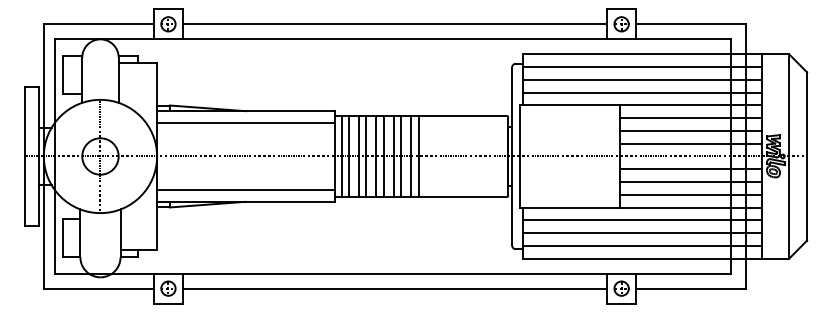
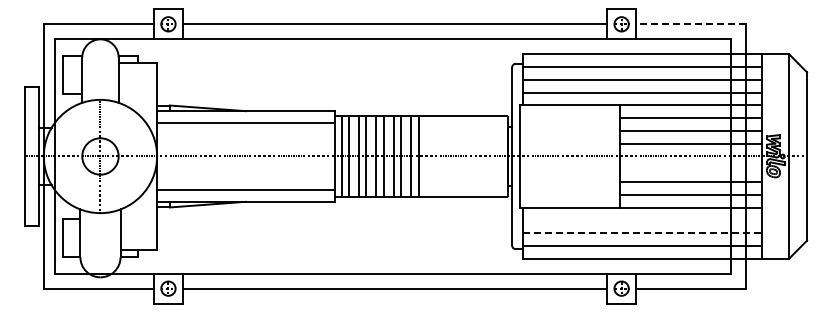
line at (690, 24): solid -> dashed
line at (691, 169): present -> none
line at (642, 220): present -> none
line at (643, 233): solid -> dashed
